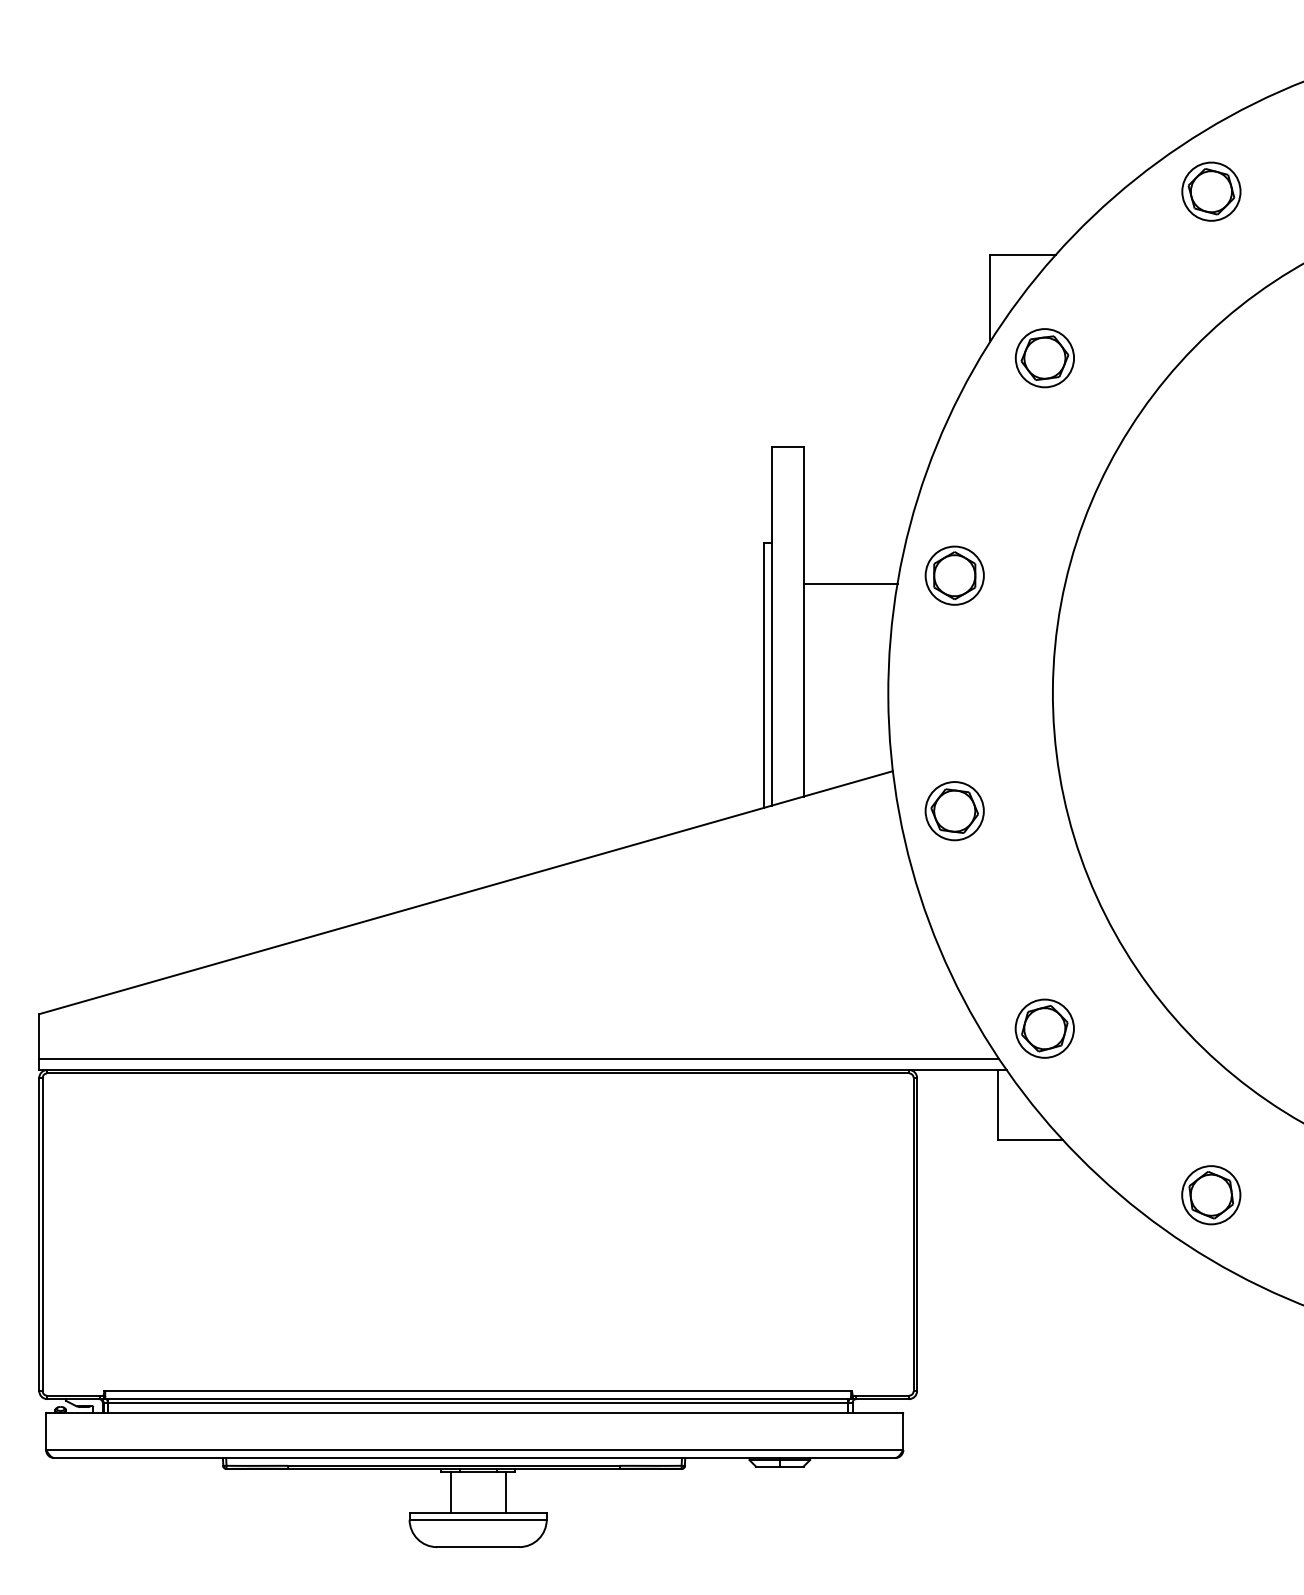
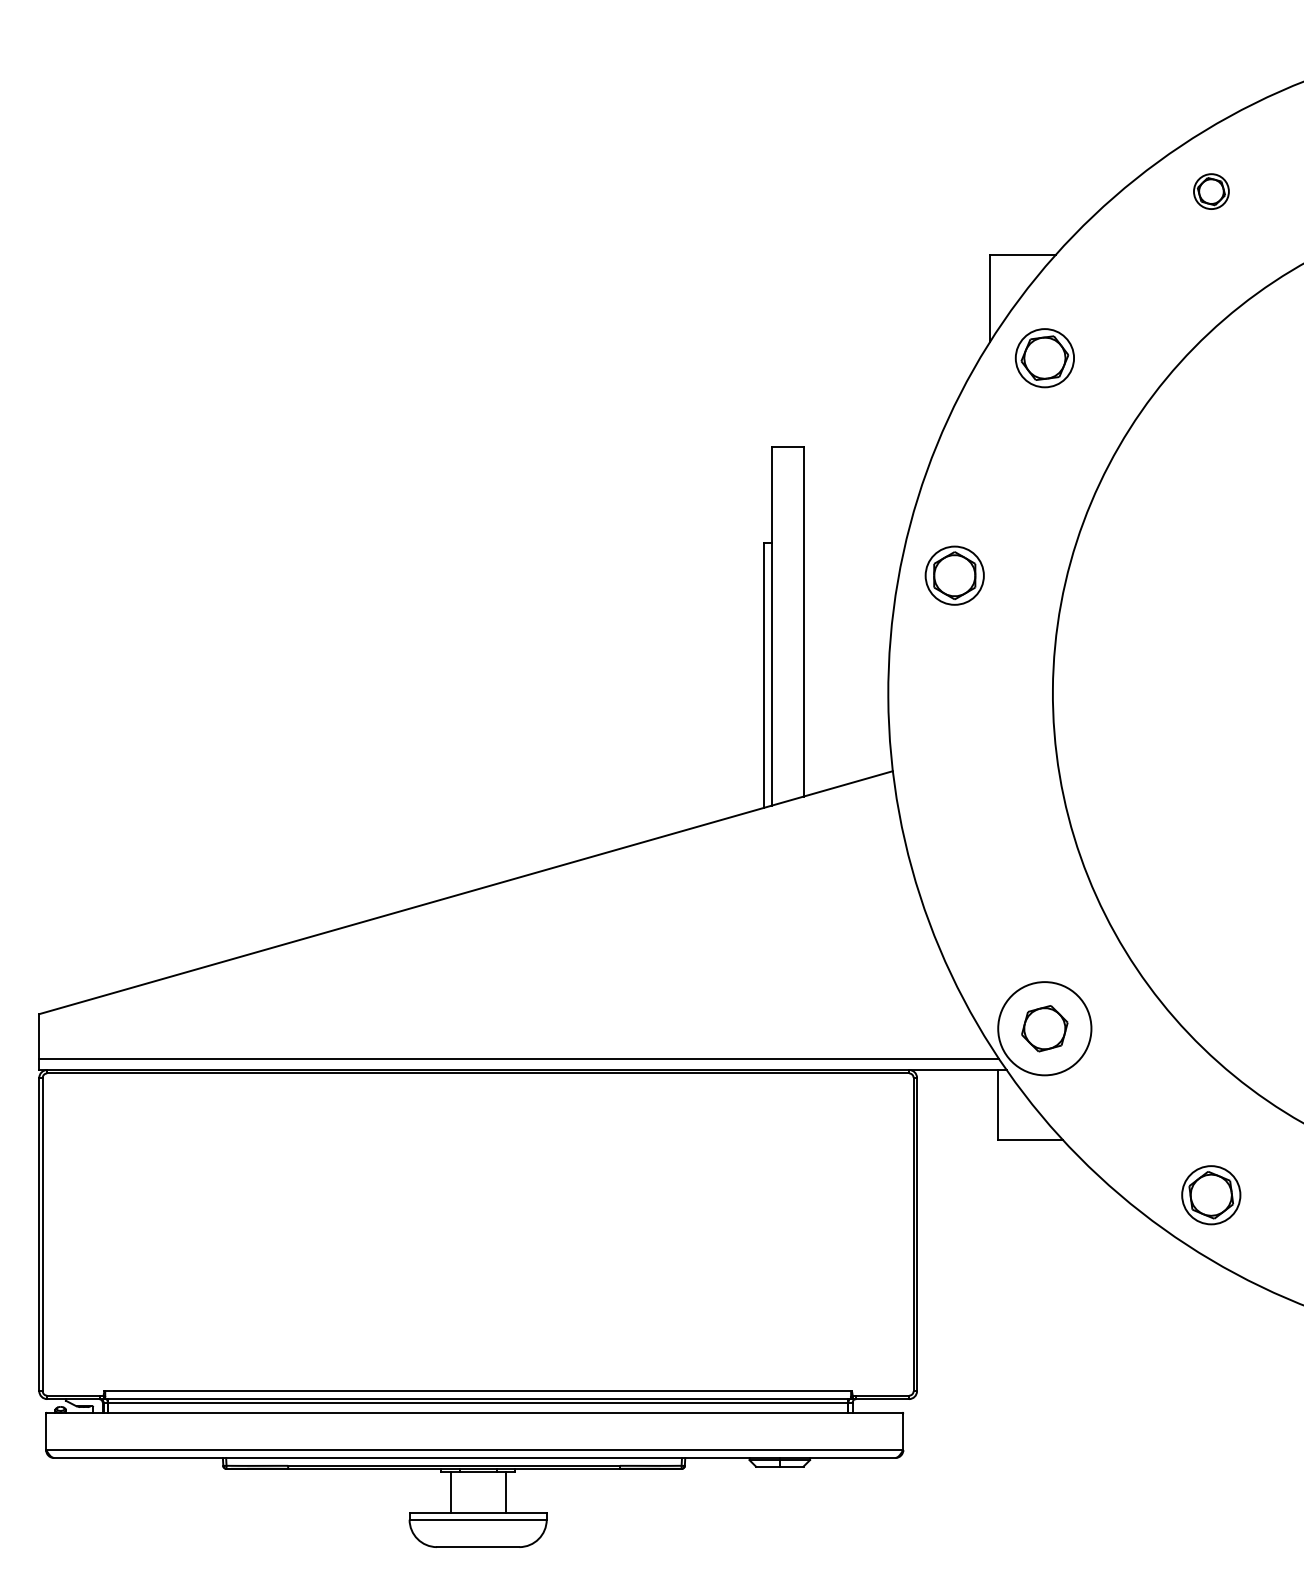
part at (1211, 191) size: 61x61 px -> 37x37 px
line at (850, 583): present -> none
part at (954, 811): present -> none
circle at (1044, 1028) diameter: 58 px -> 93 px
